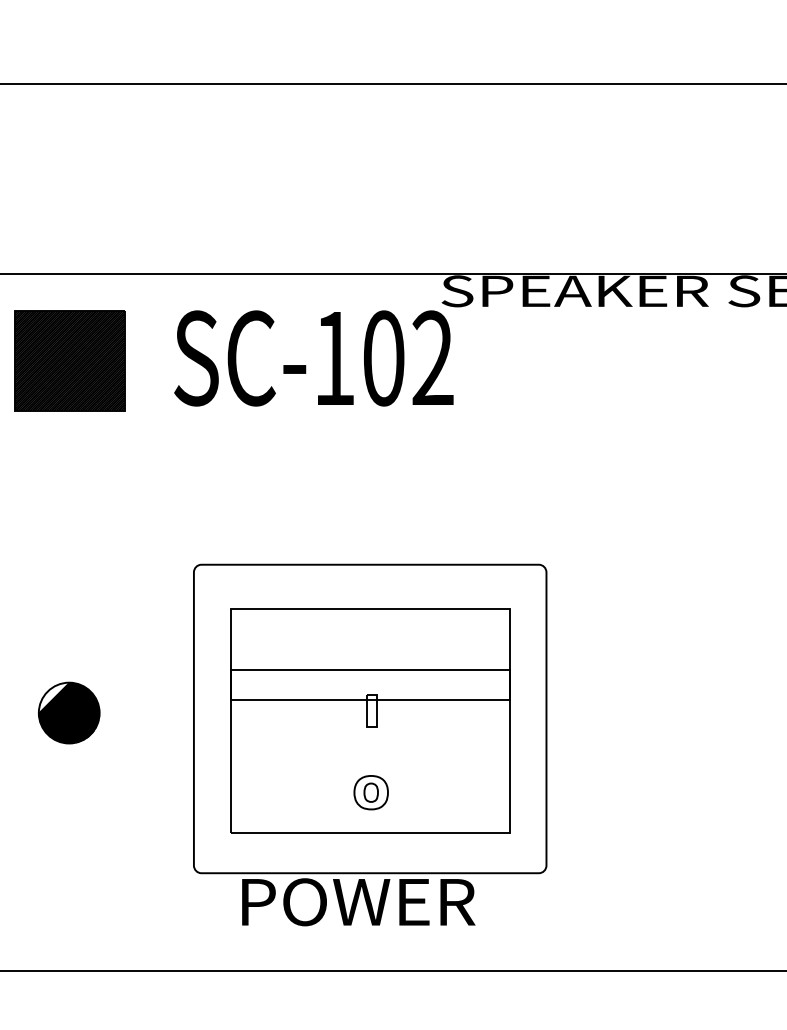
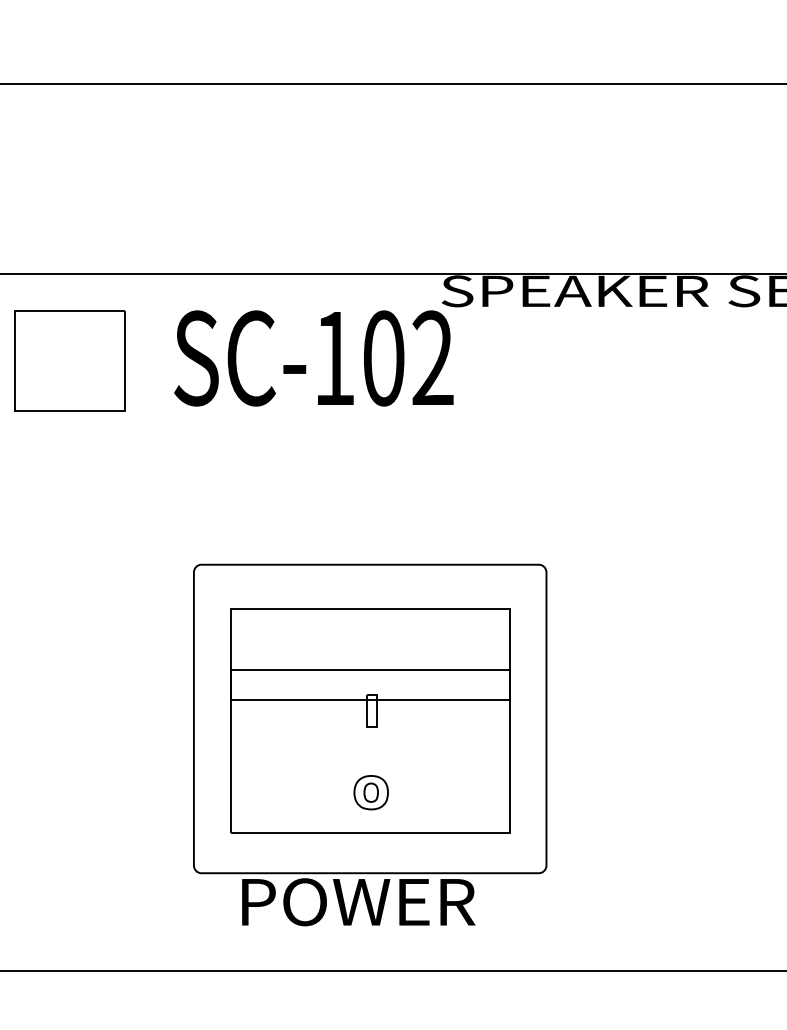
hatch at (69, 360): present -> none
part at (69, 712): present -> none
